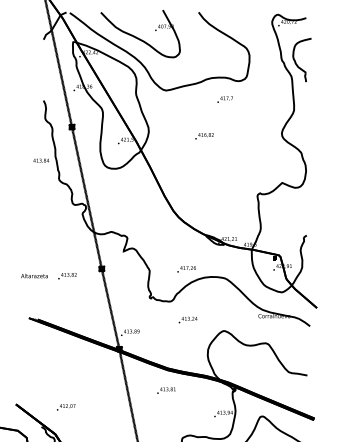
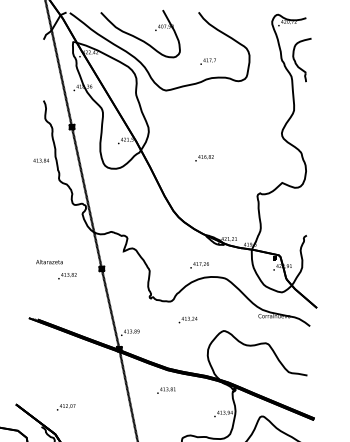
text at (224, 99) position: (224, 99) -> (207, 61)
text at (204, 136) position: (204, 136) -> (204, 158)
text at (186, 269) position: (186, 269) -> (199, 265)
text at (34, 275) position: (34, 275) -> (49, 261)
